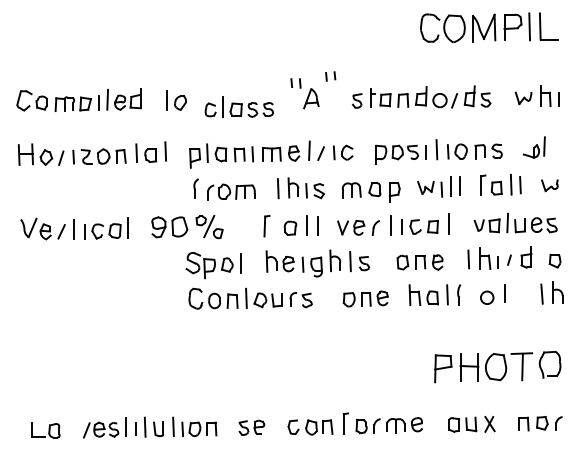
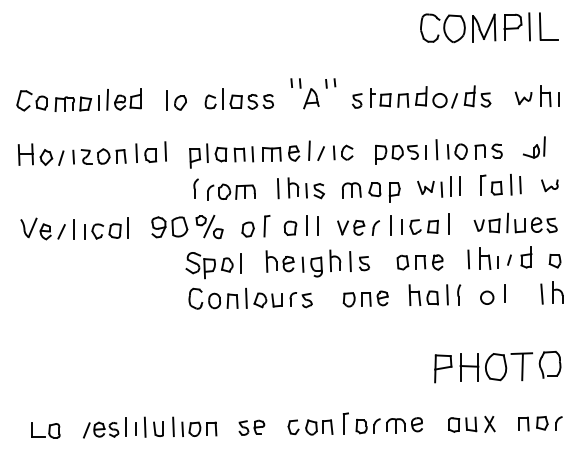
part at (330, 76) position: (330, 76) -> (330, 83)
part at (238, 106) position: (238, 106) -> (238, 98)
part at (247, 229): none -> present
